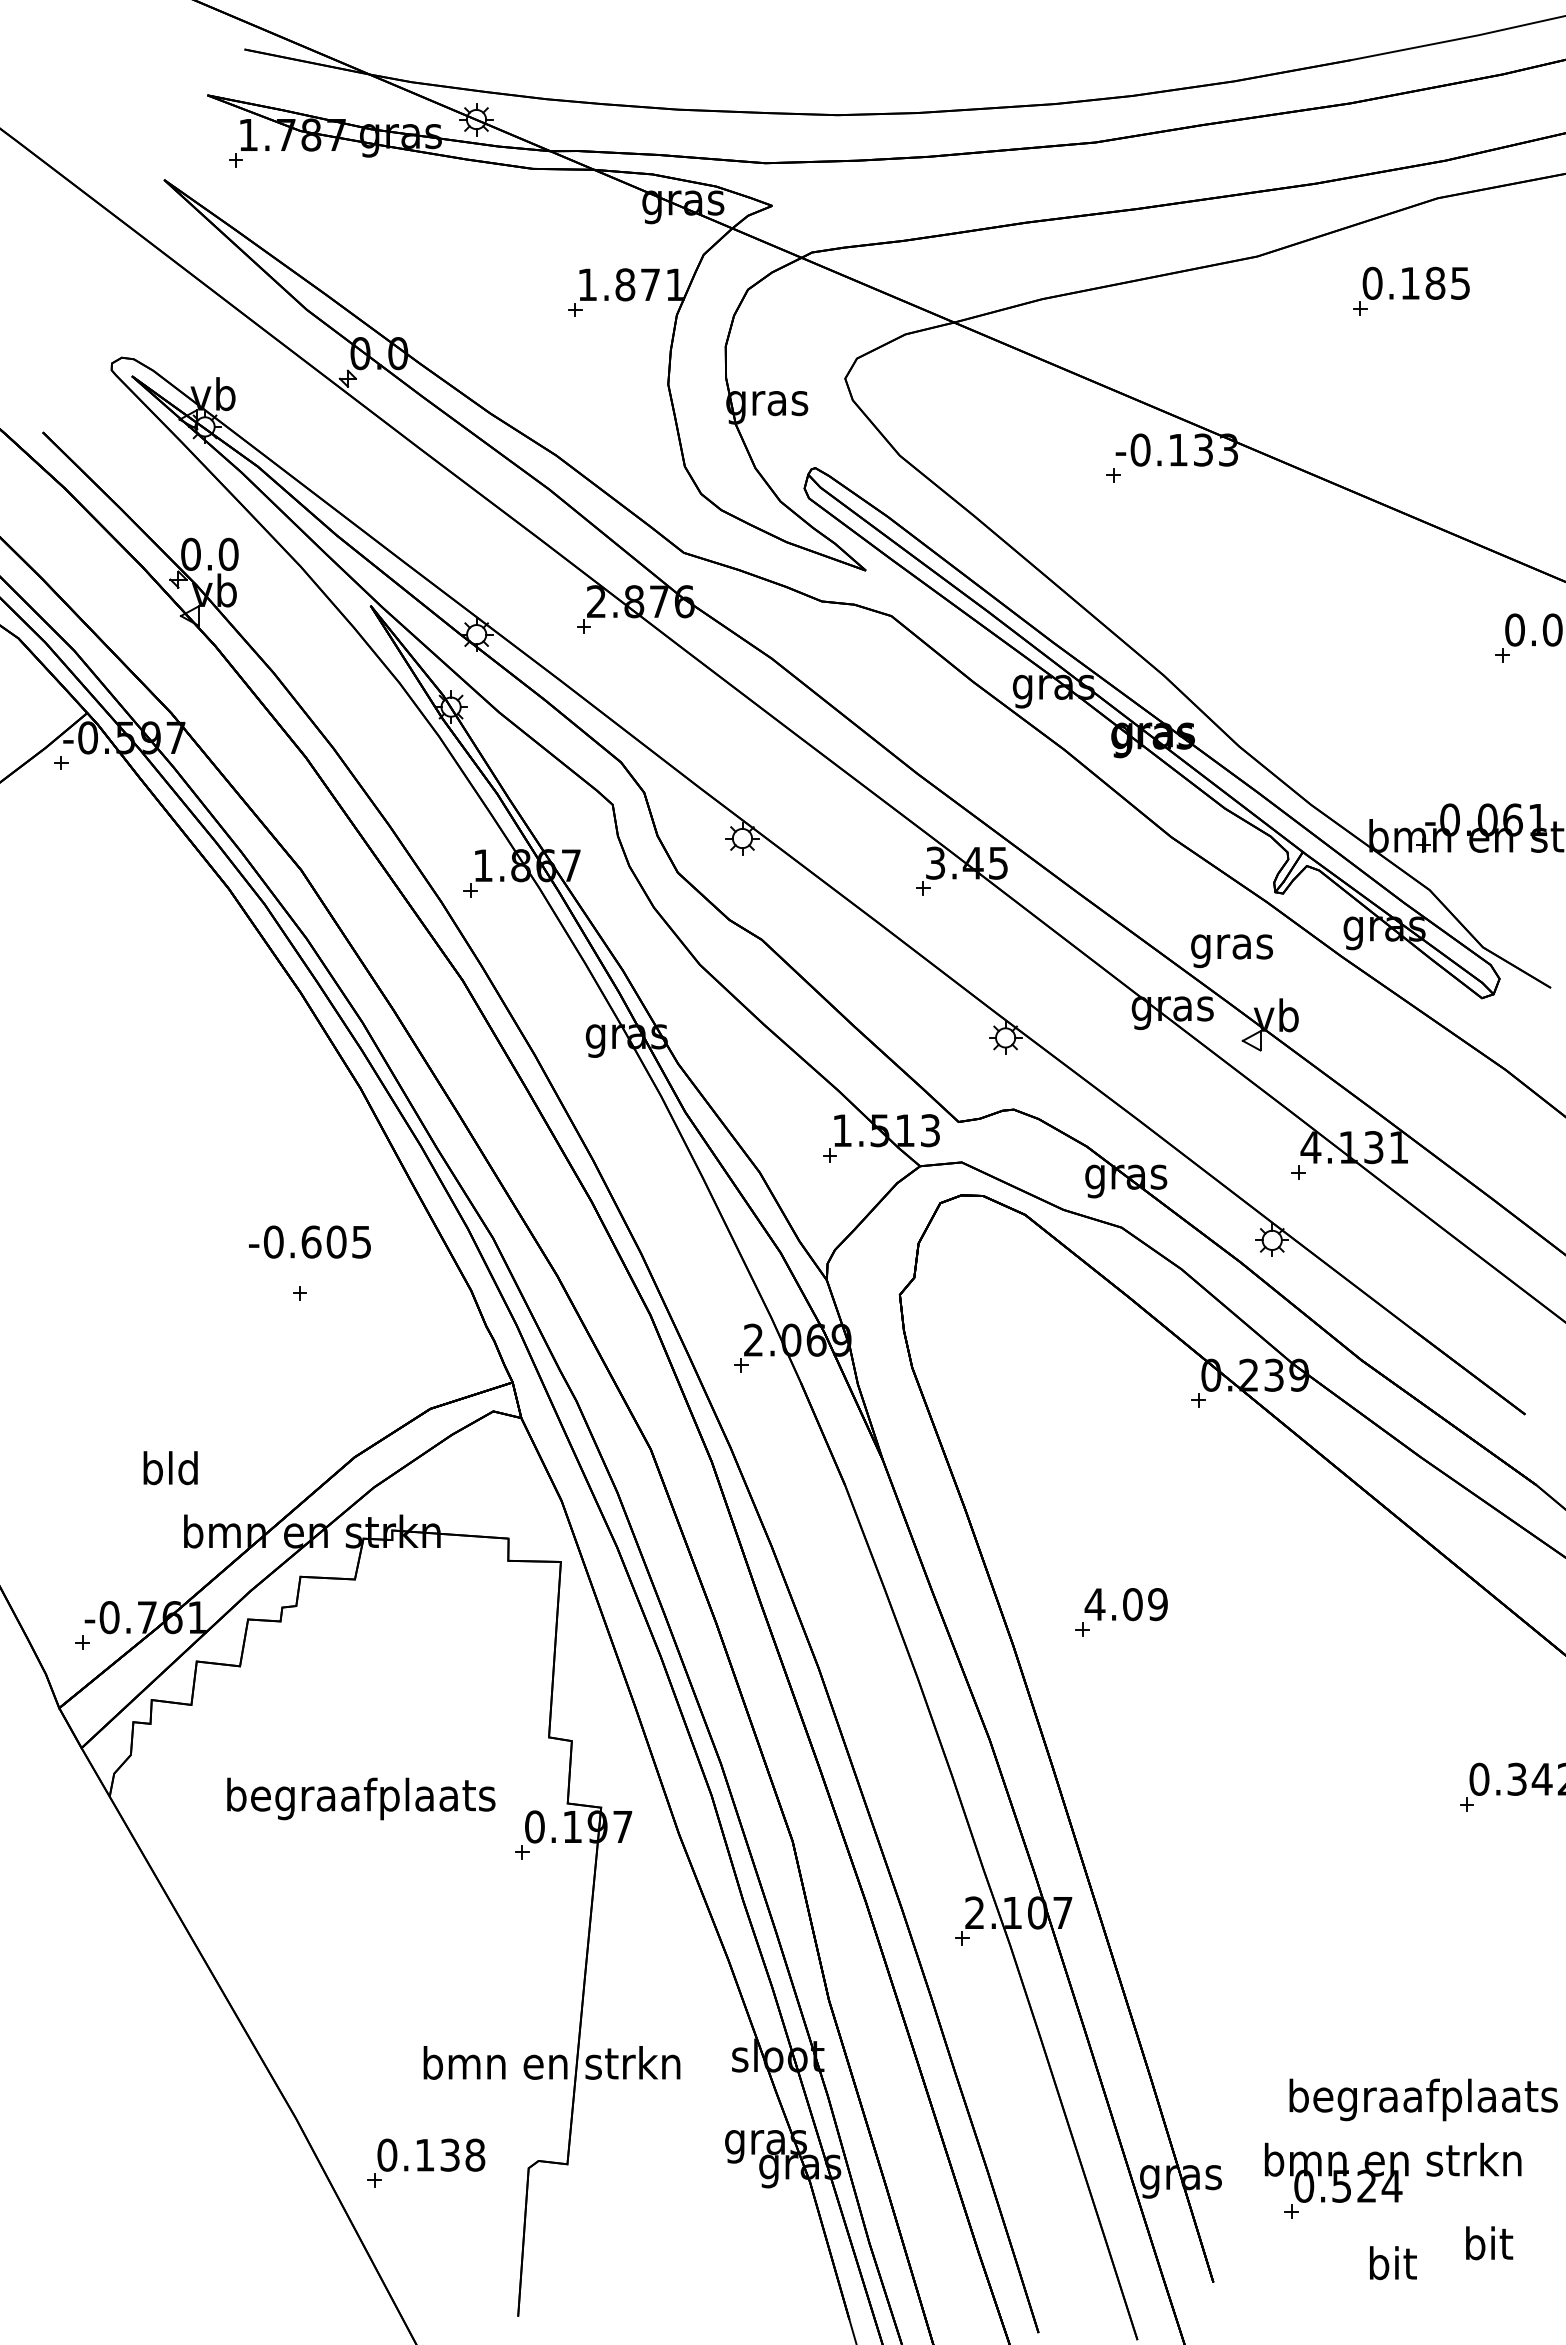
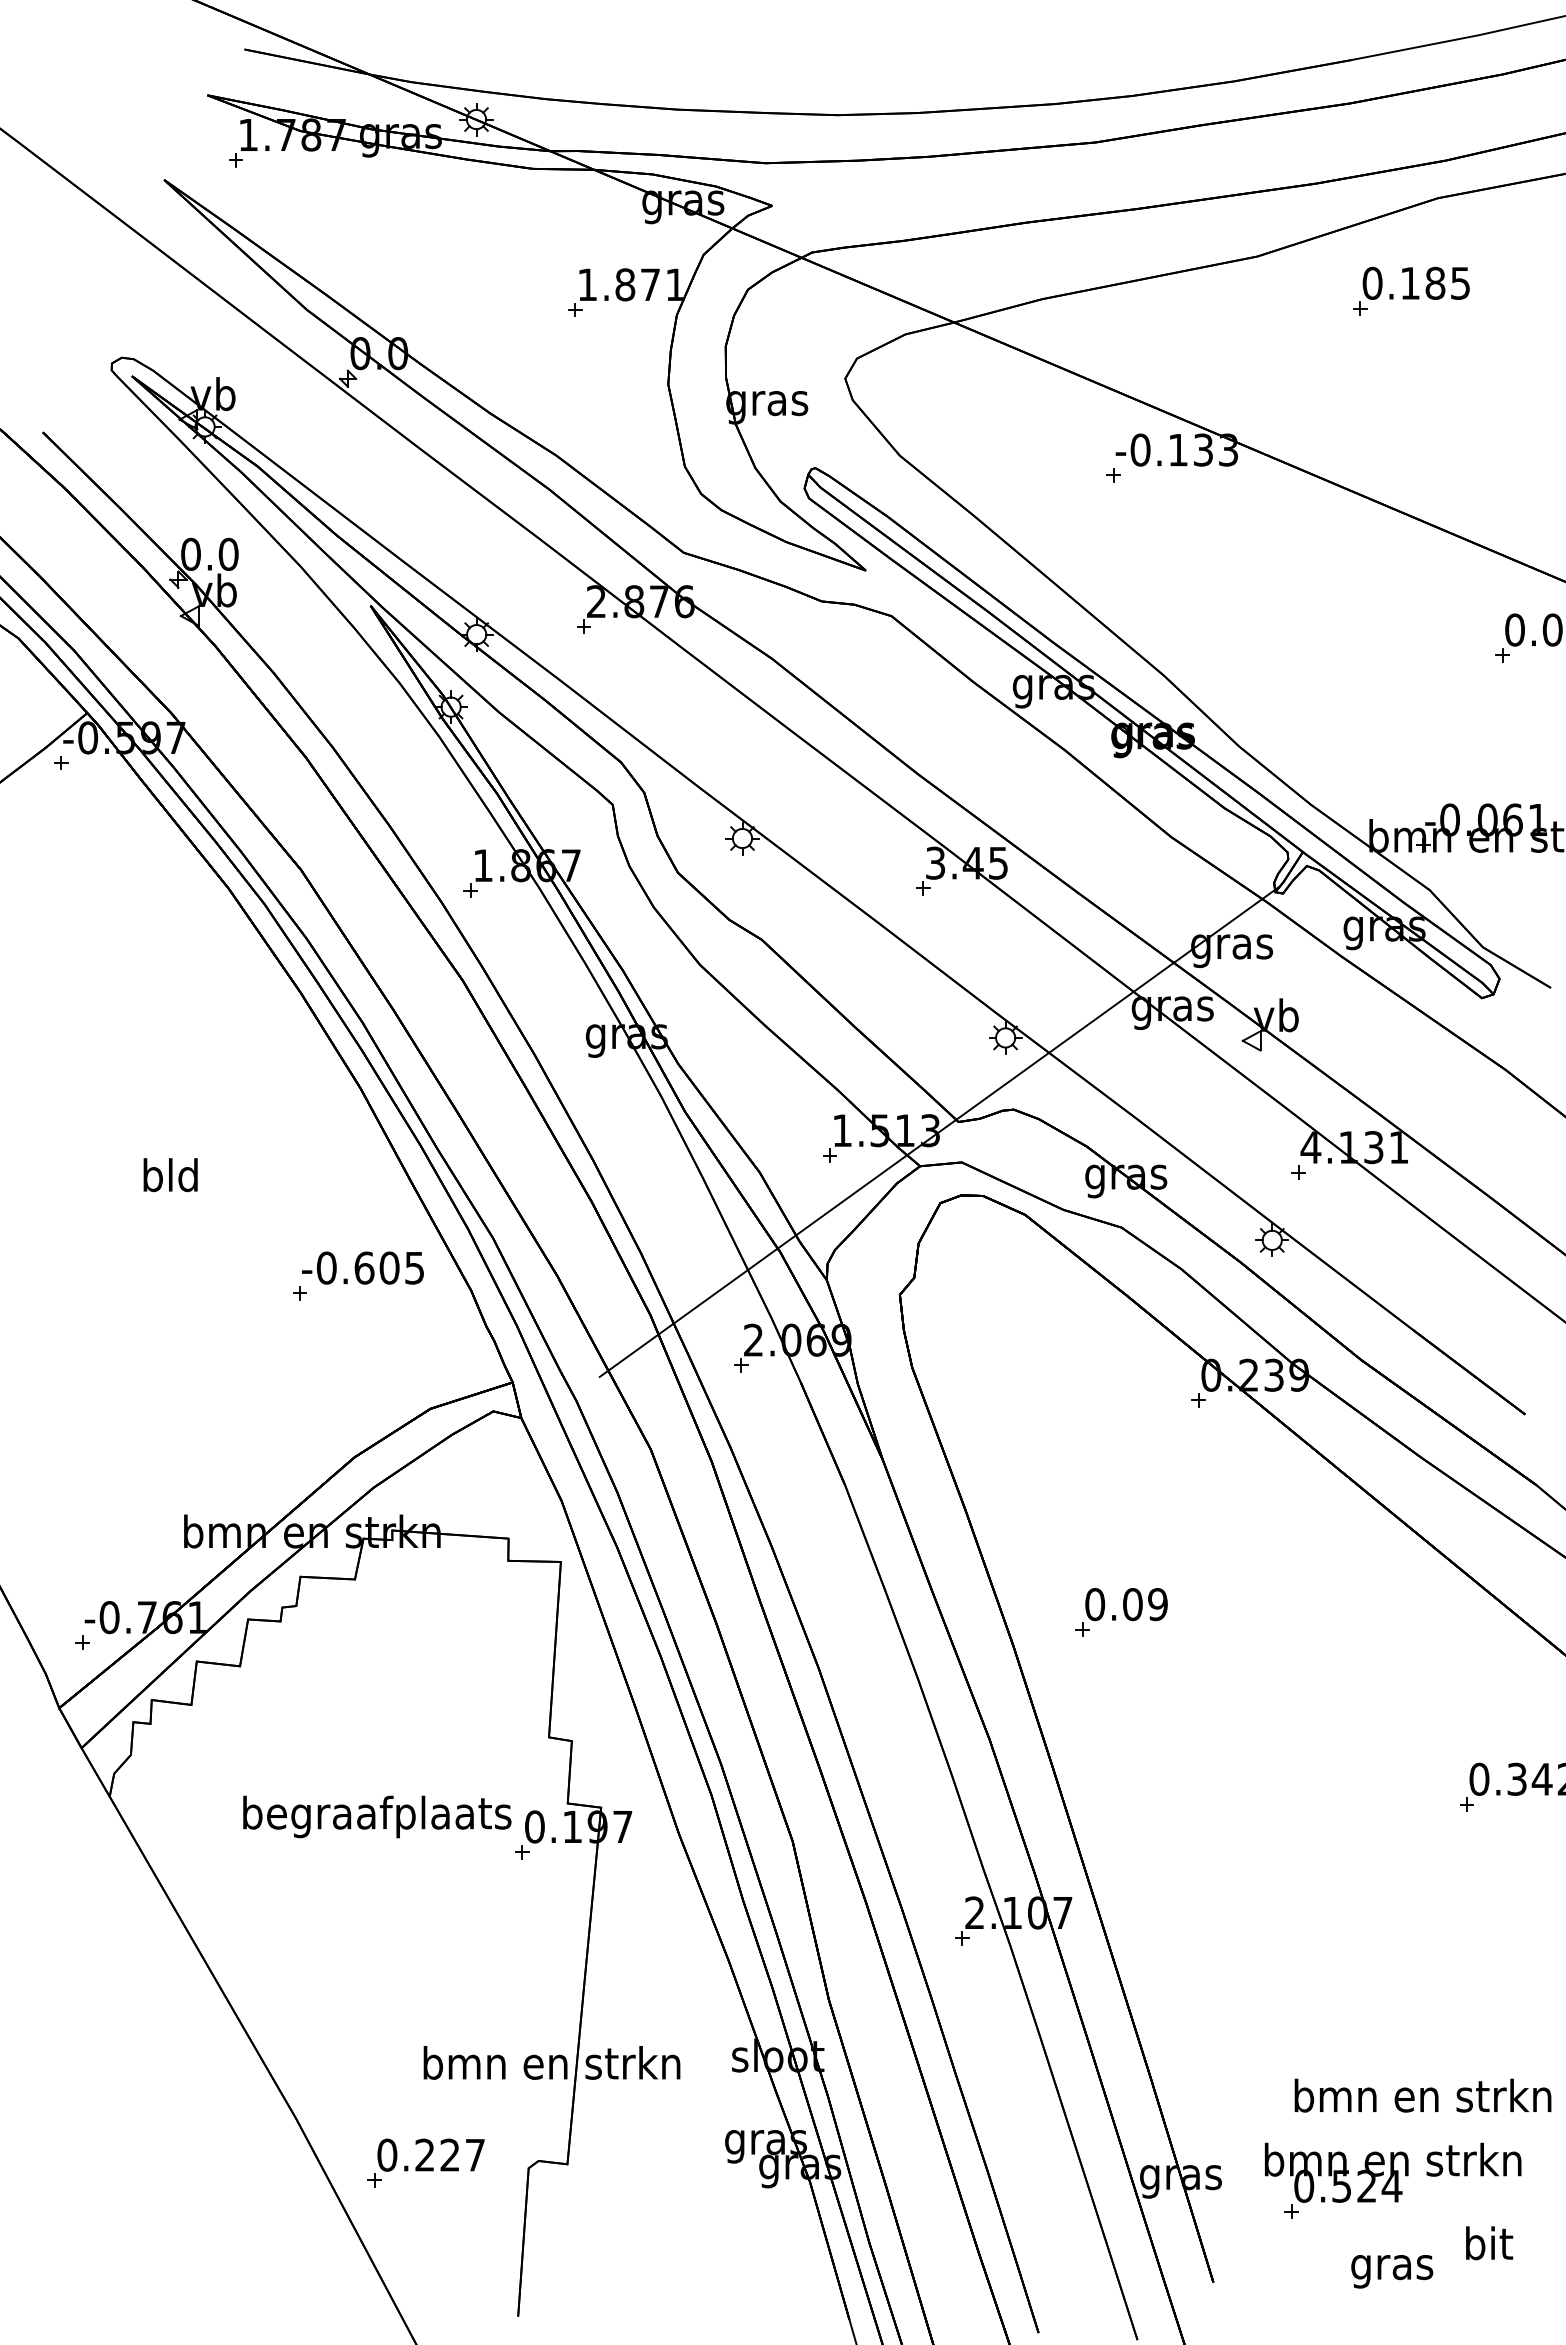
line at (938, 1131): none -> present
text at (309, 1241) position: (309, 1241) -> (362, 1267)
text at (170, 1468) position: (170, 1468) -> (170, 1175)
text at (1094, 1604): 4.09 -> 0.09
text at (361, 1798) position: (361, 1798) -> (377, 1816)
text at (1423, 2099): begraafplaats -> bmn en strkn
text at (450, 2154): 0.138 -> 0.227
text at (1392, 2267): bit -> gras
